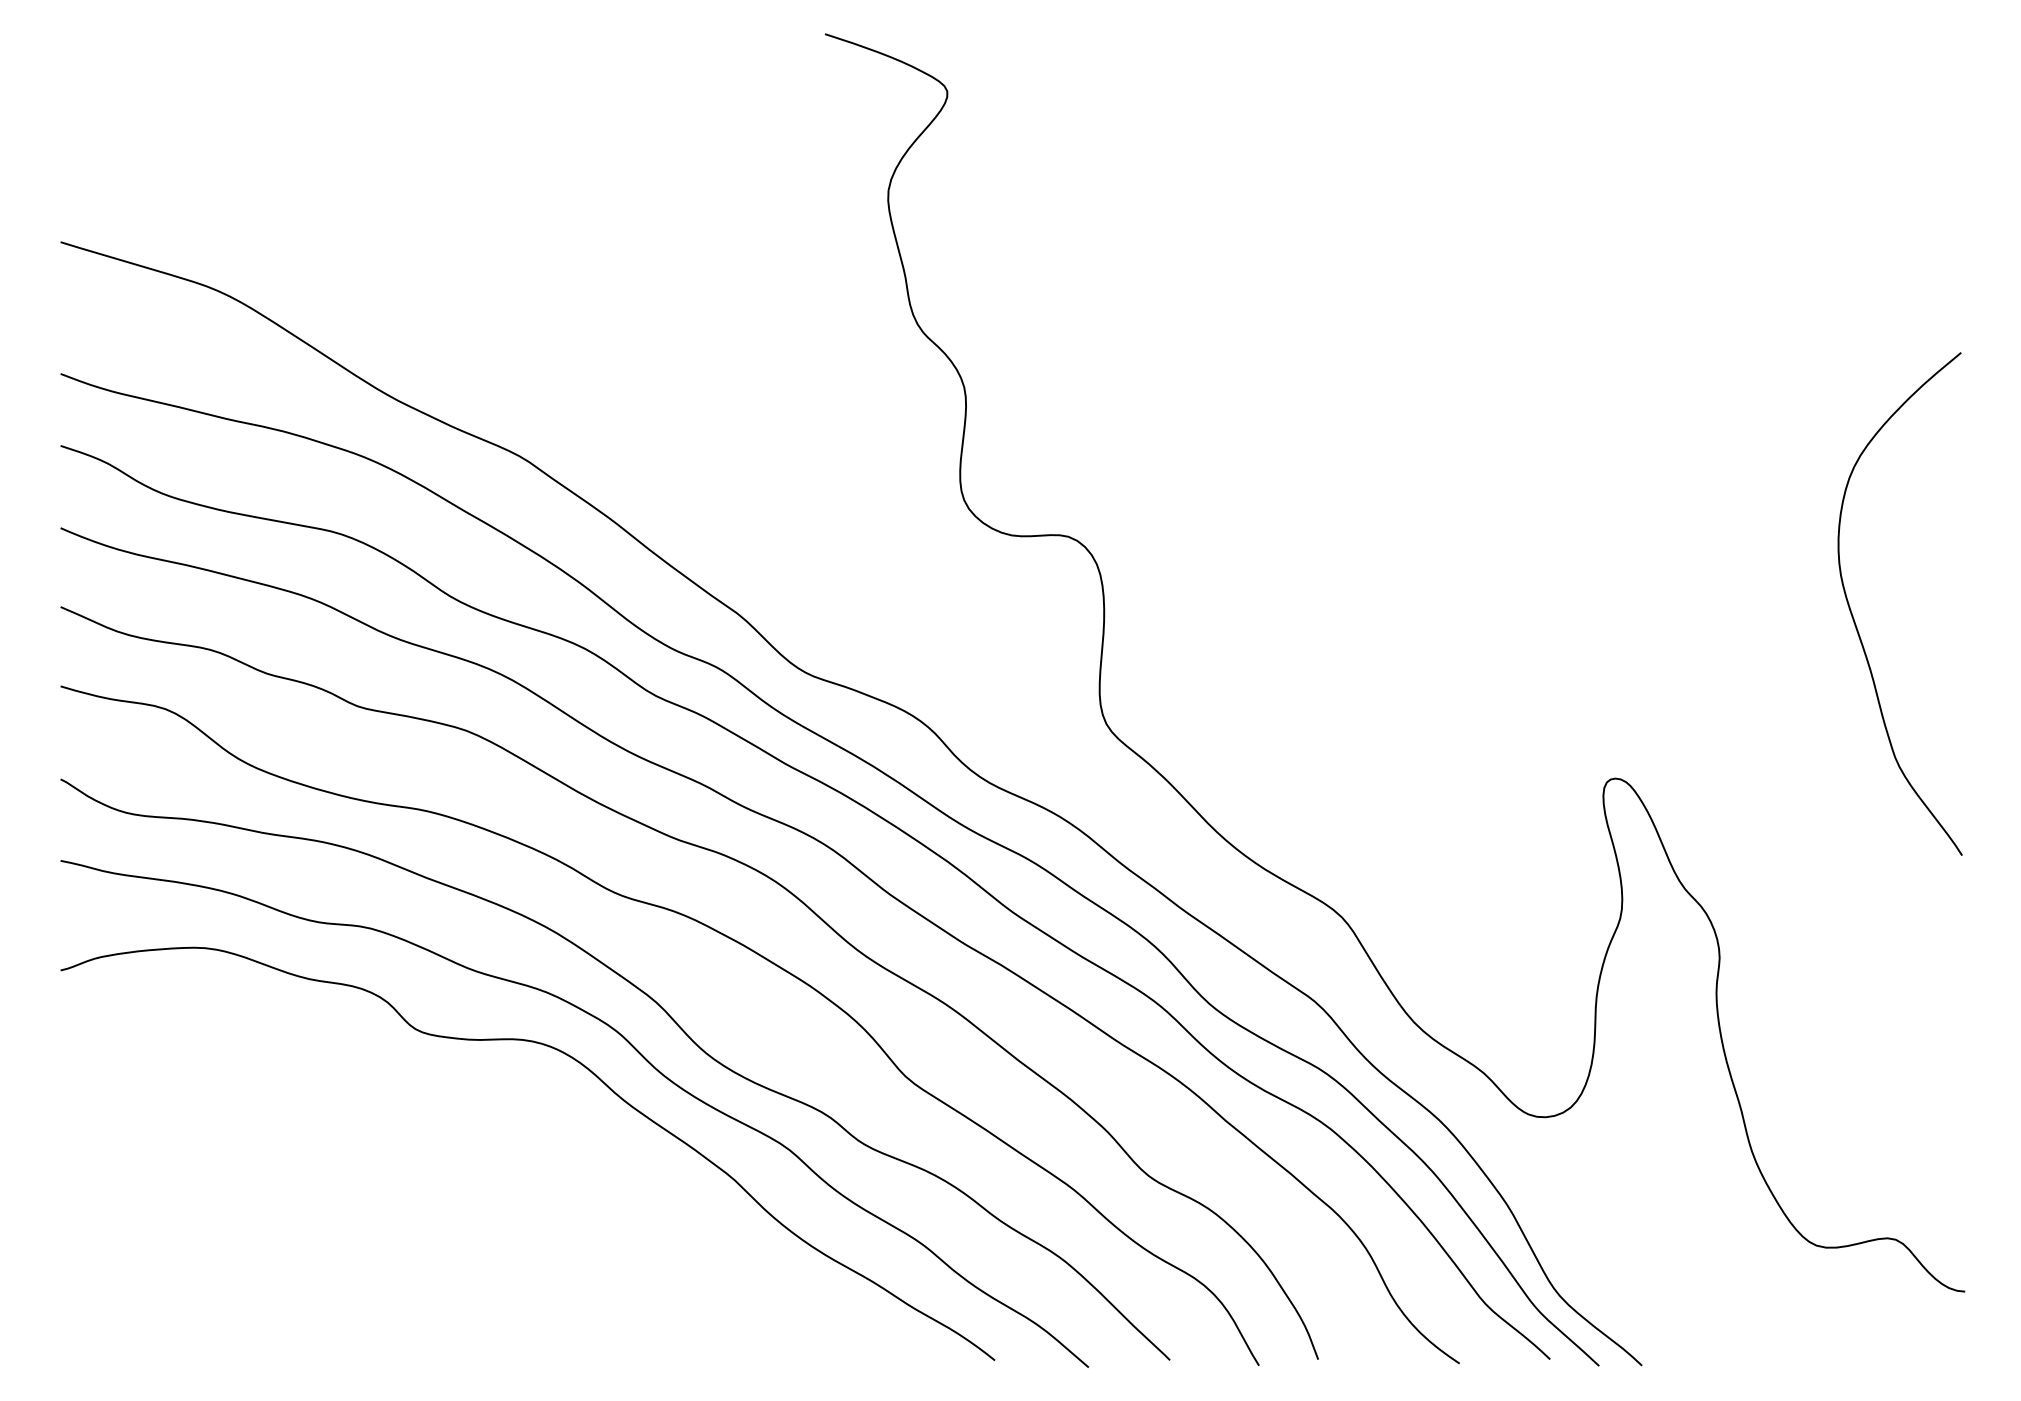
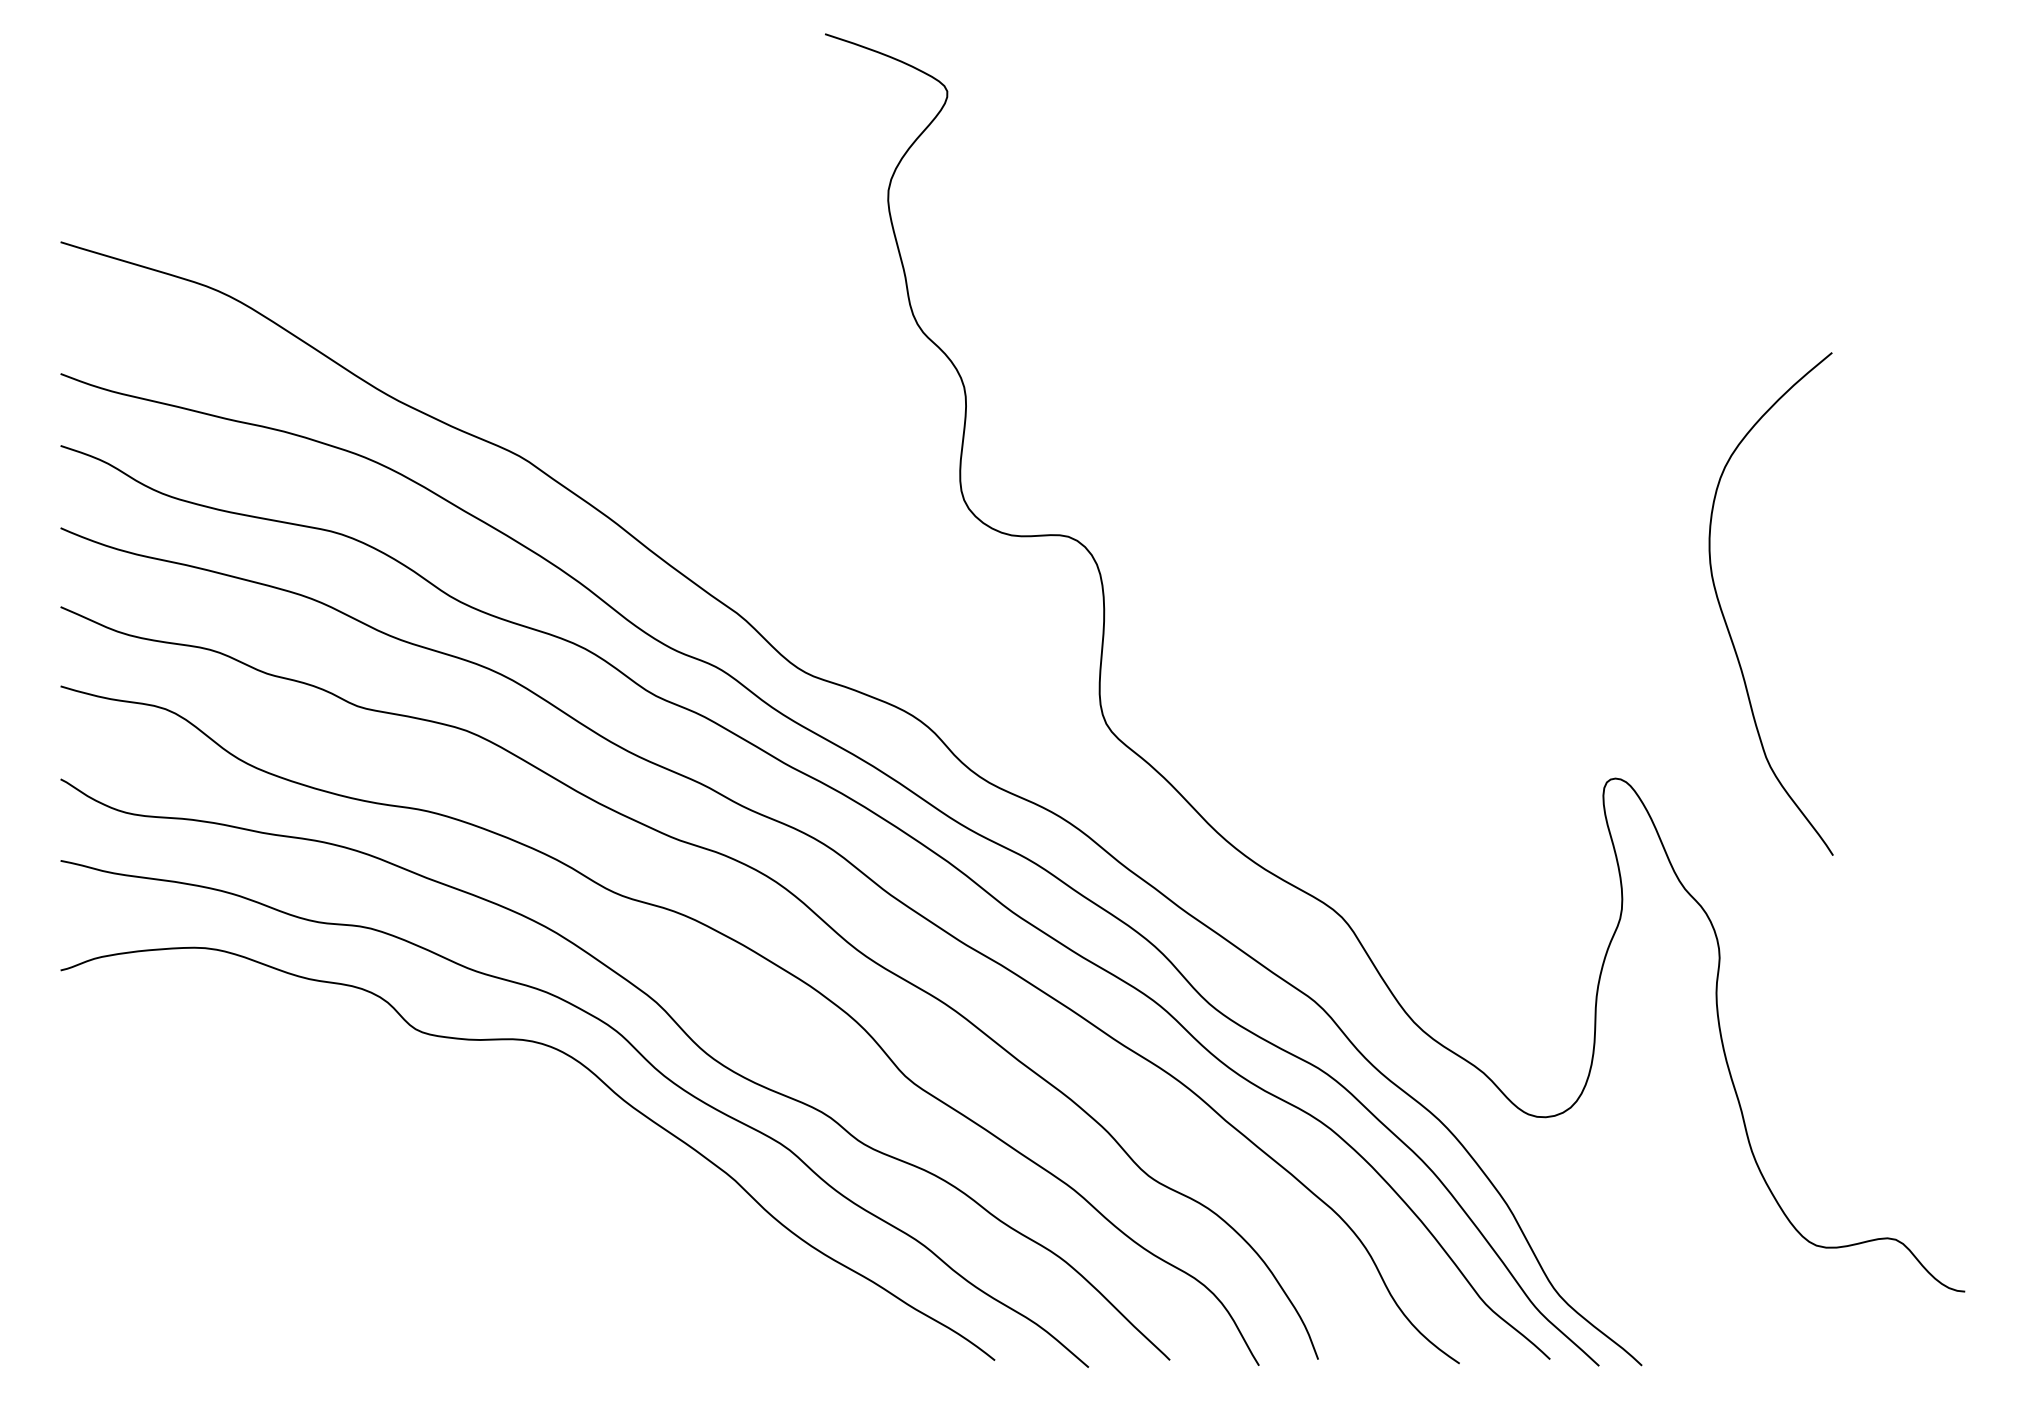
curve at (1854, 618) position: (1854, 618) -> (1725, 618)
